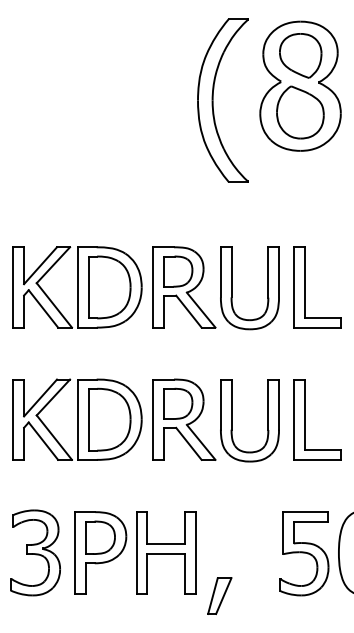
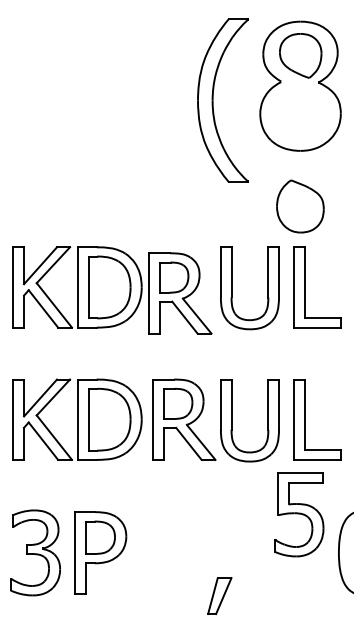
part at (300, 112) position: (300, 112) -> (300, 206)
part at (184, 287) position: (184, 287) -> (180, 293)
part at (166, 552): present -> none
part at (304, 553) position: (304, 553) -> (299, 514)
